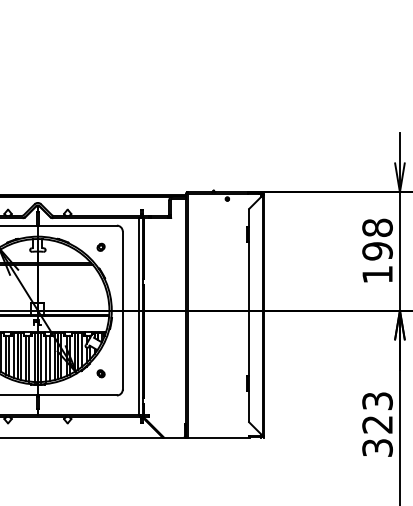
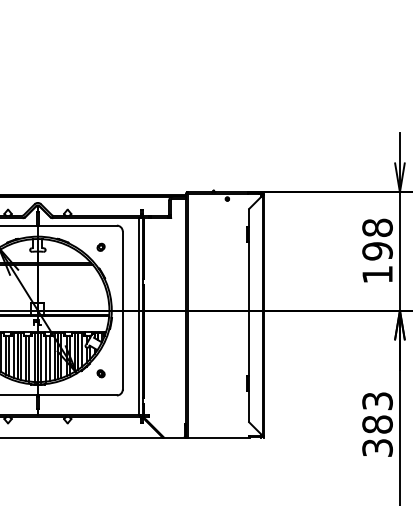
text at (377, 424): 323 -> 383
